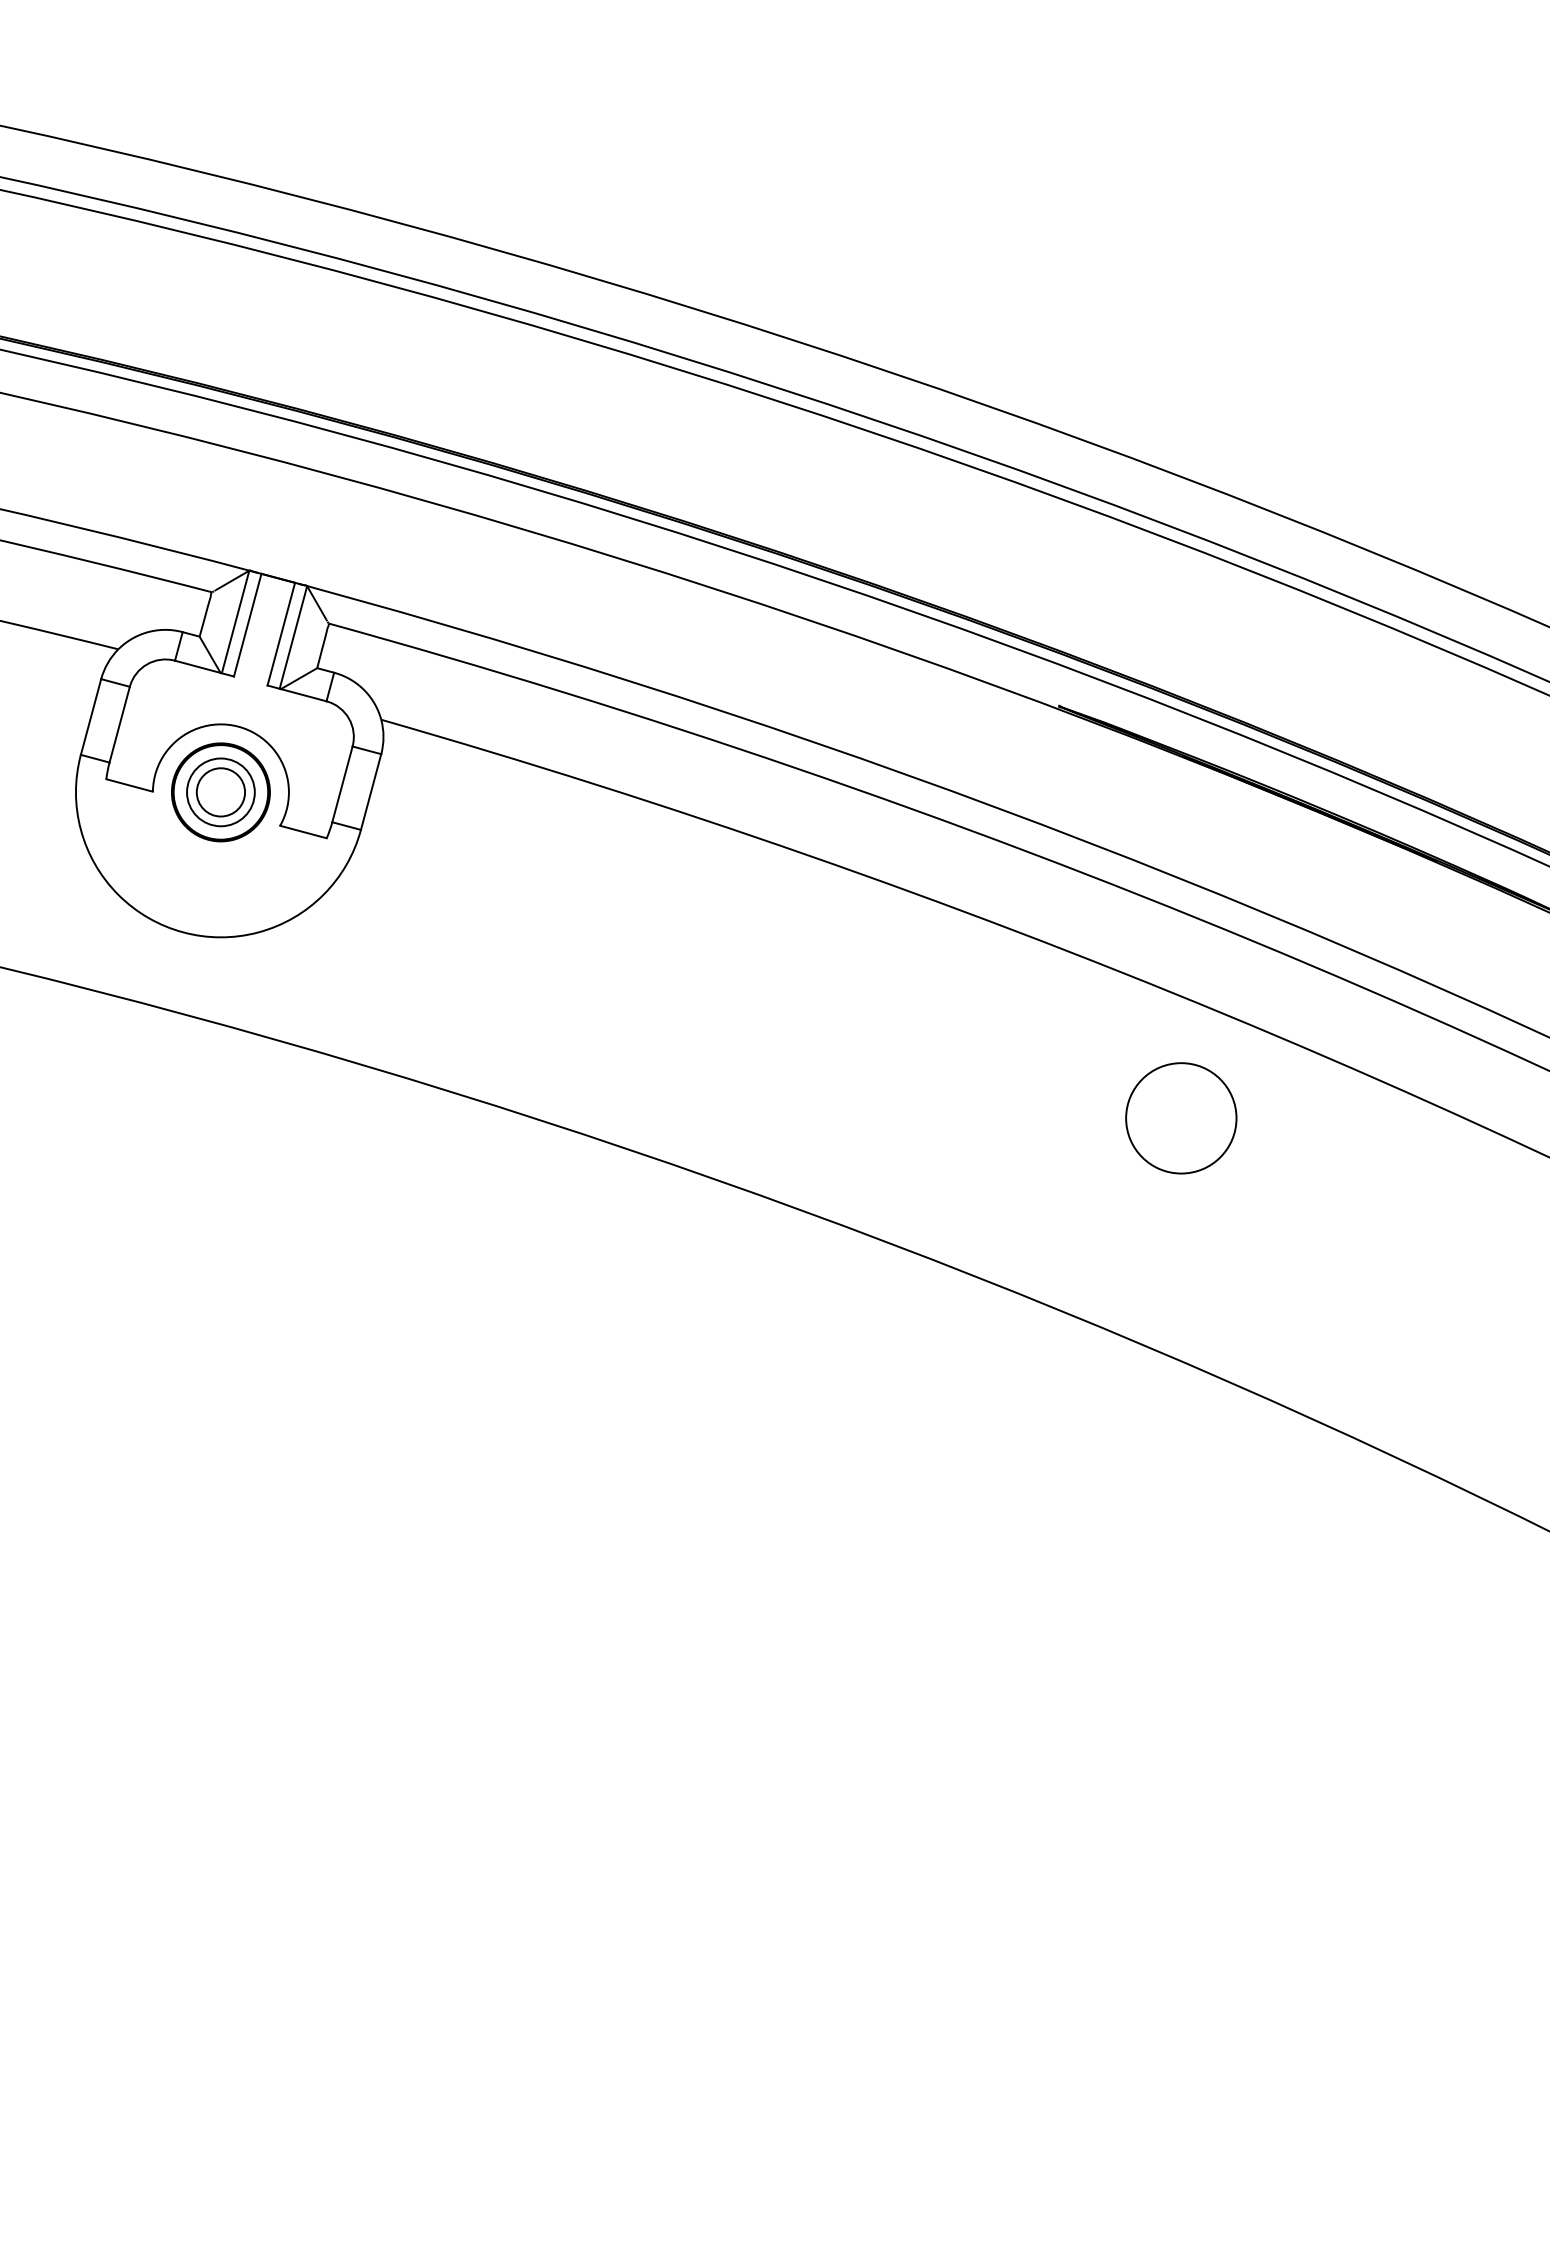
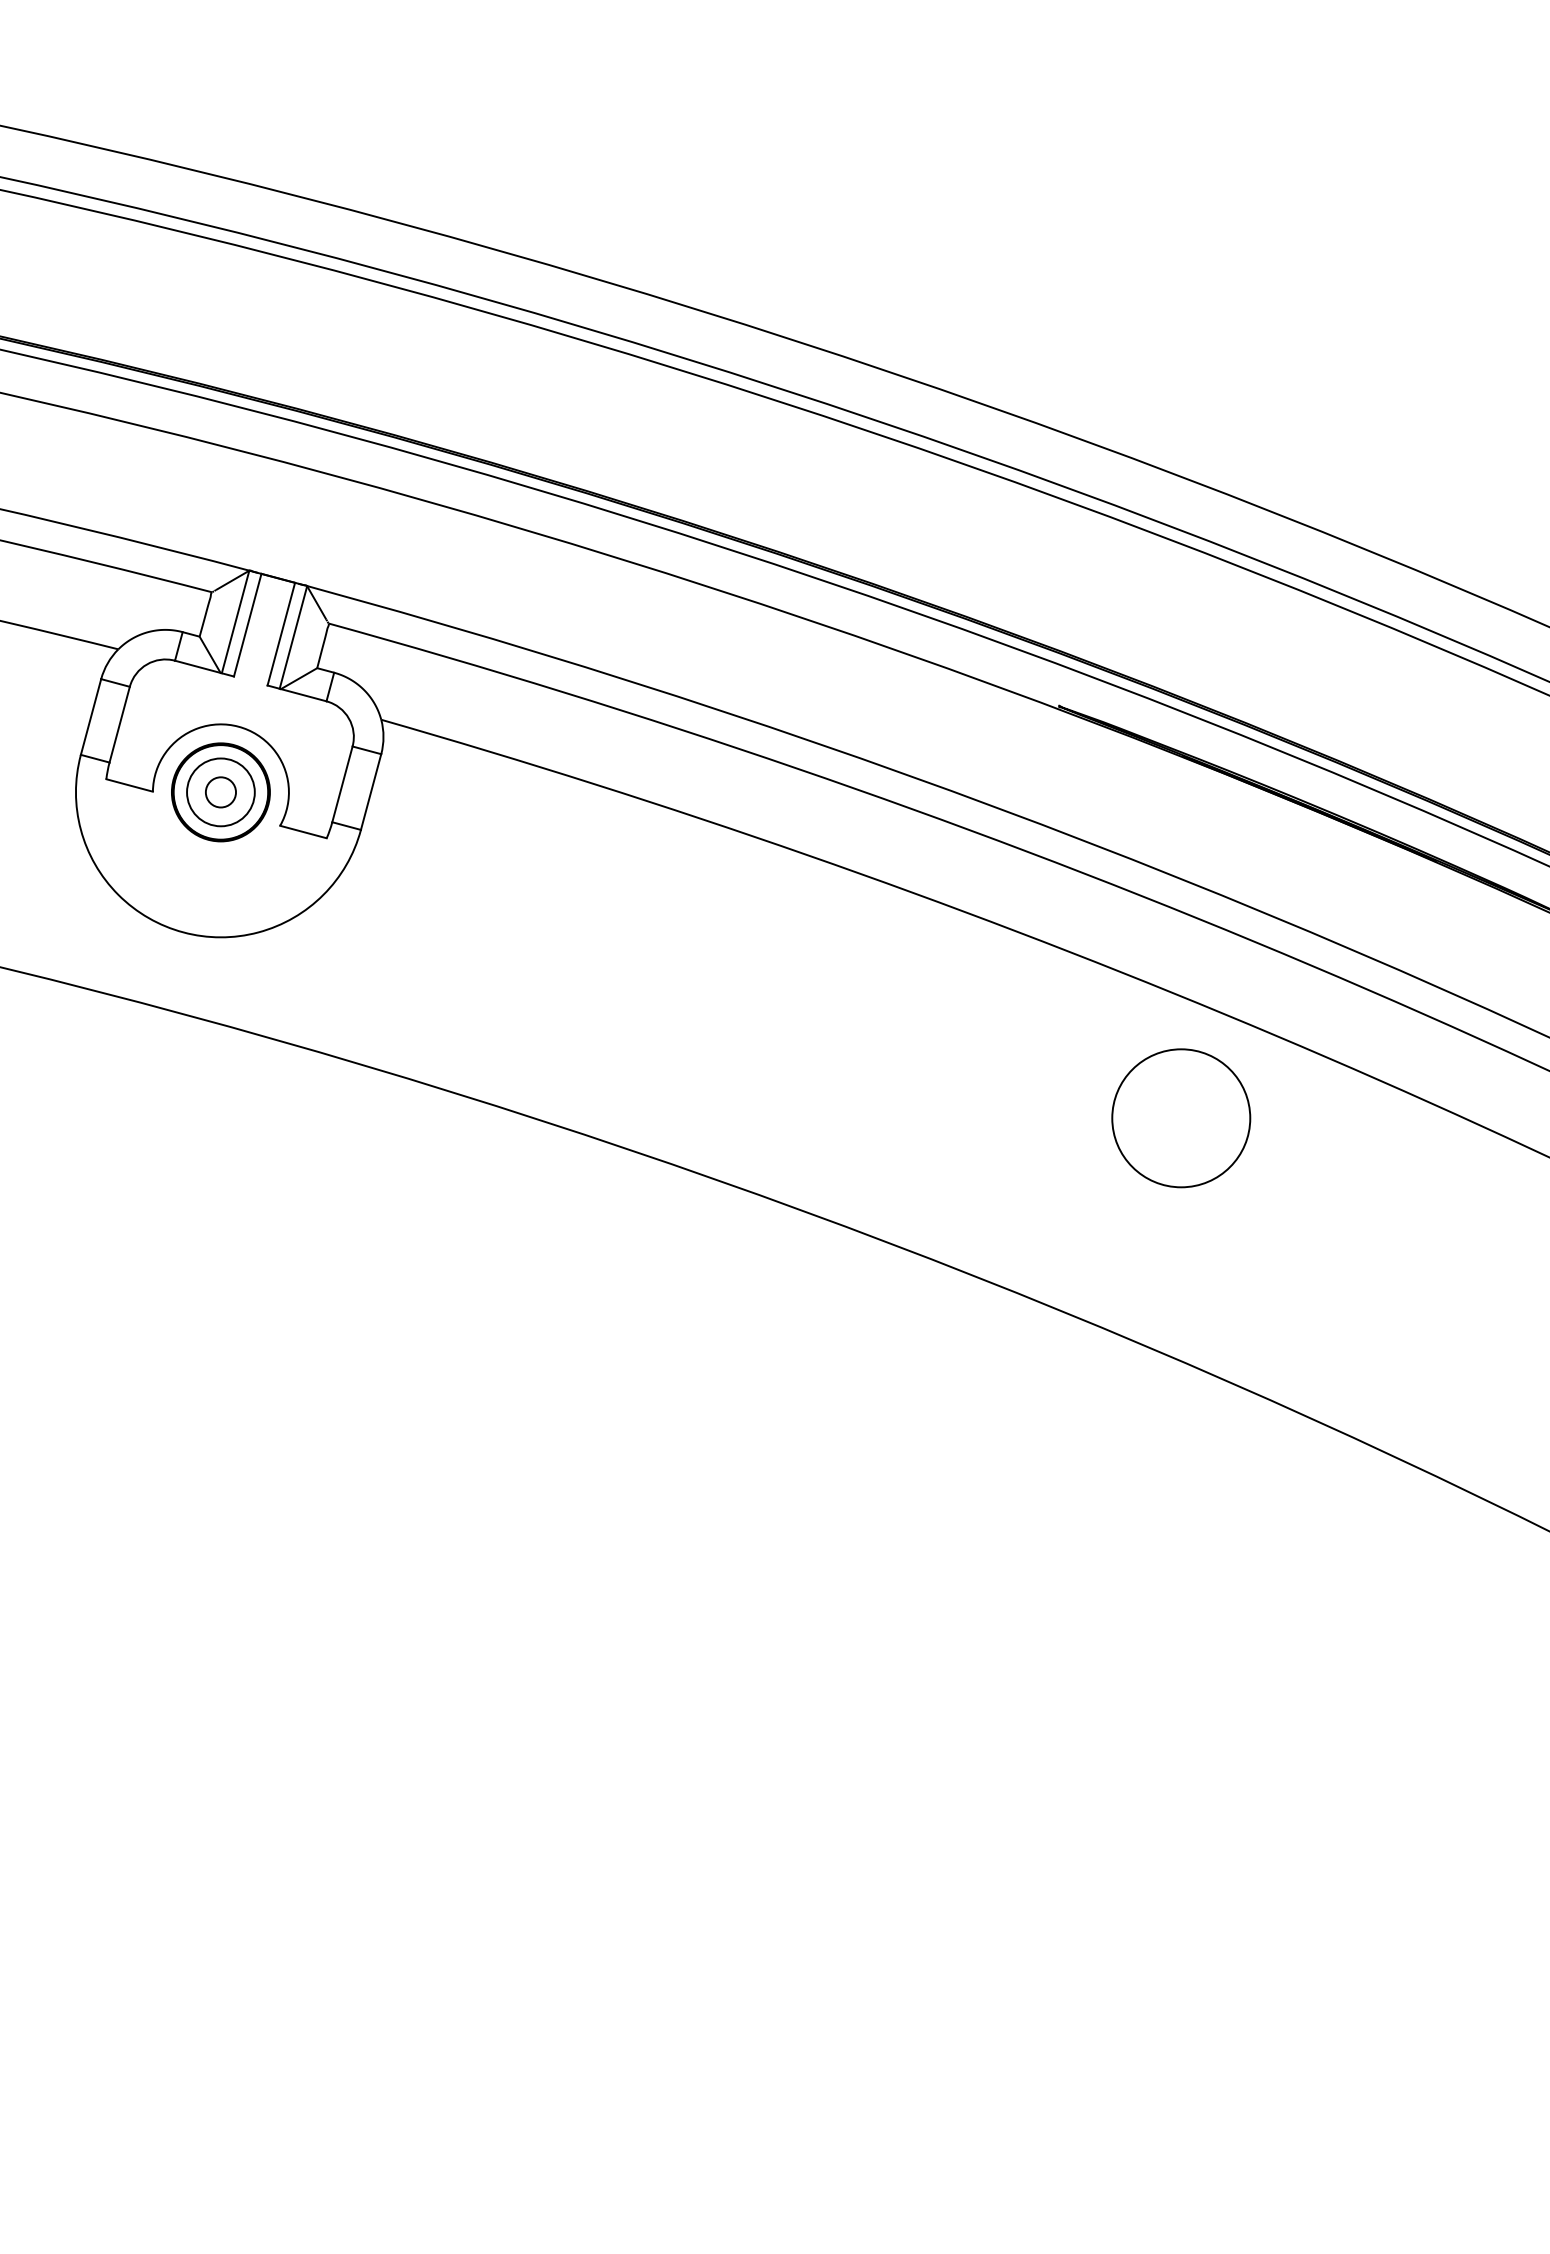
circle at (220, 792) diameter: 48 px -> 30 px
circle at (1181, 1118) size: 113x113 px -> 141x141 px
